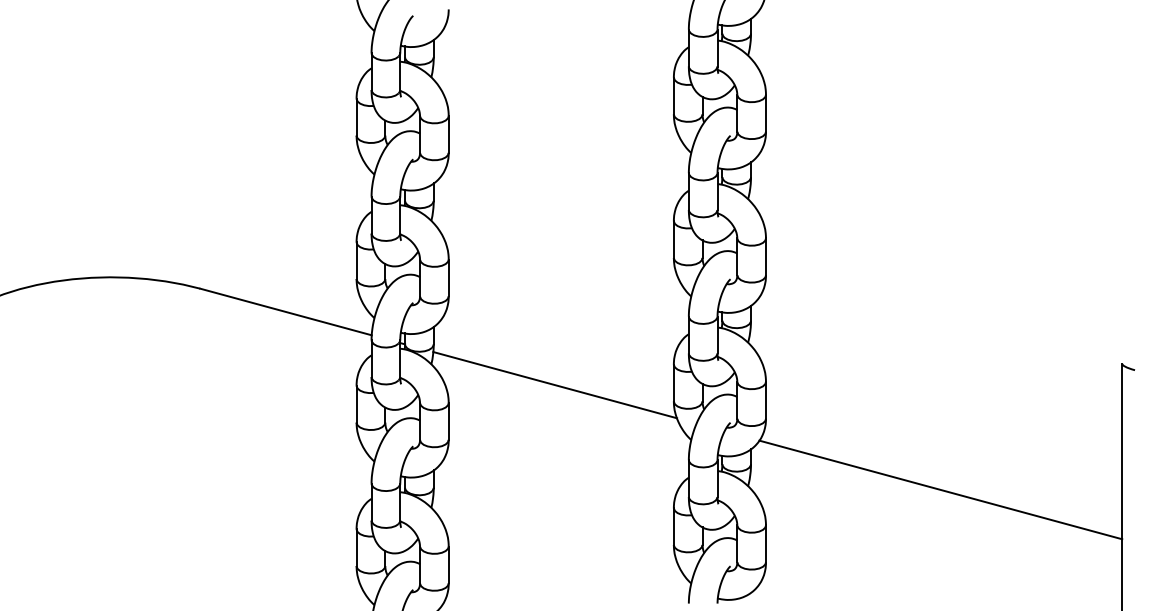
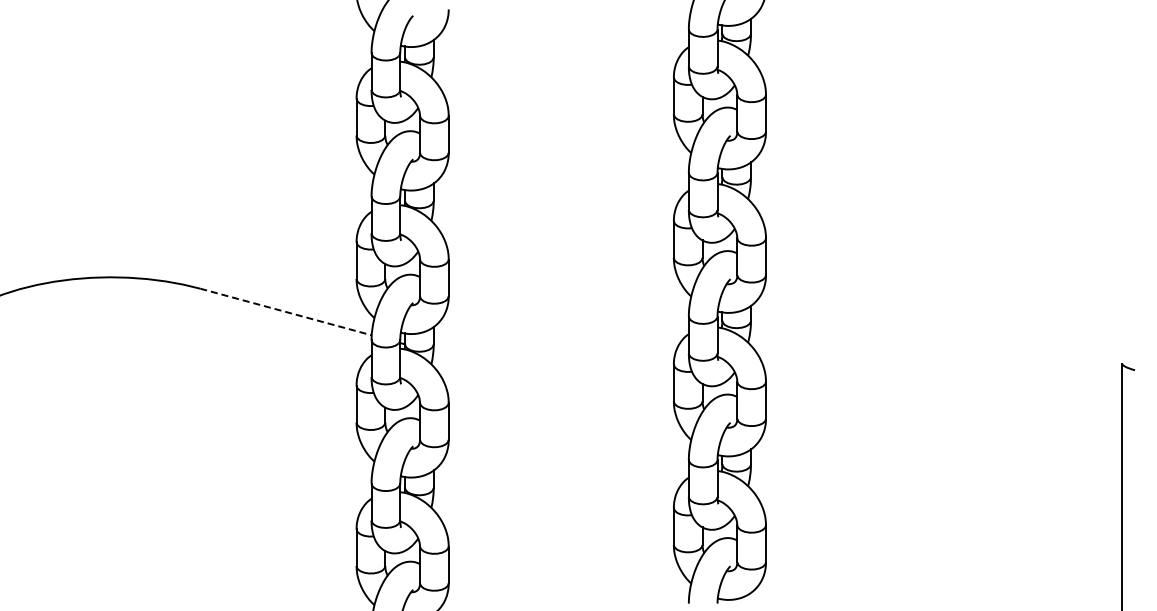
line at (286, 312): solid -> dashed
line at (555, 385): present -> none
line at (940, 489): present -> none
